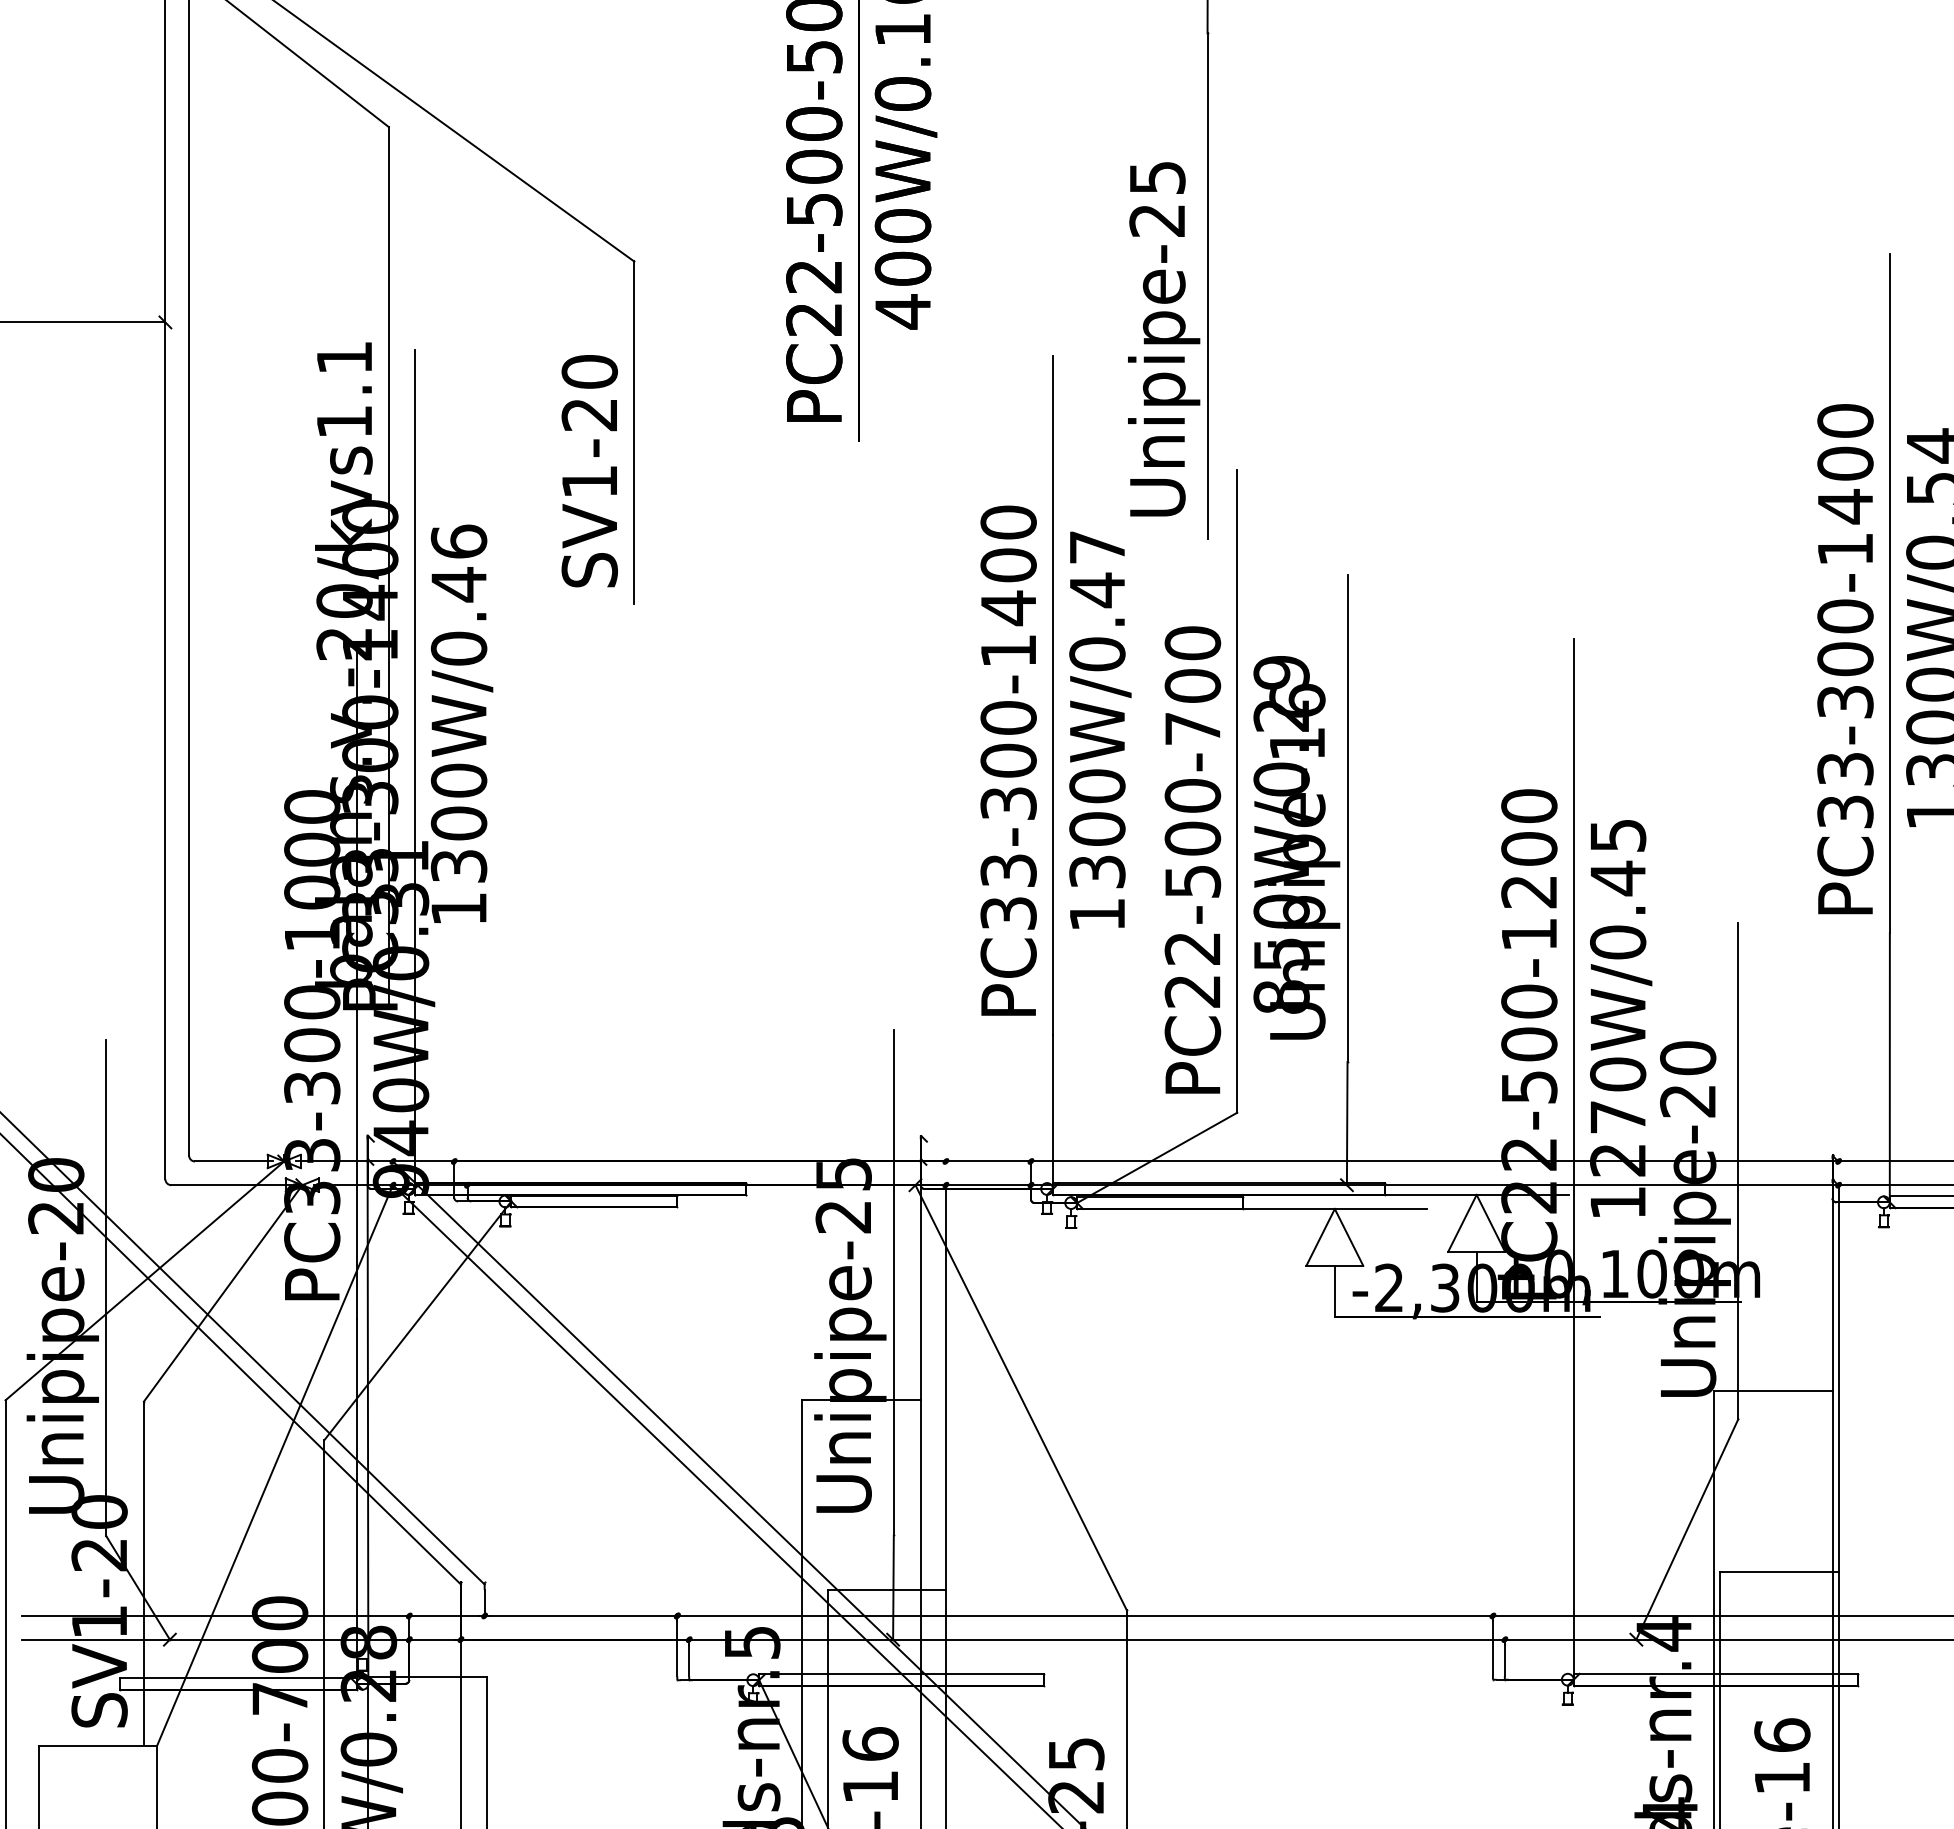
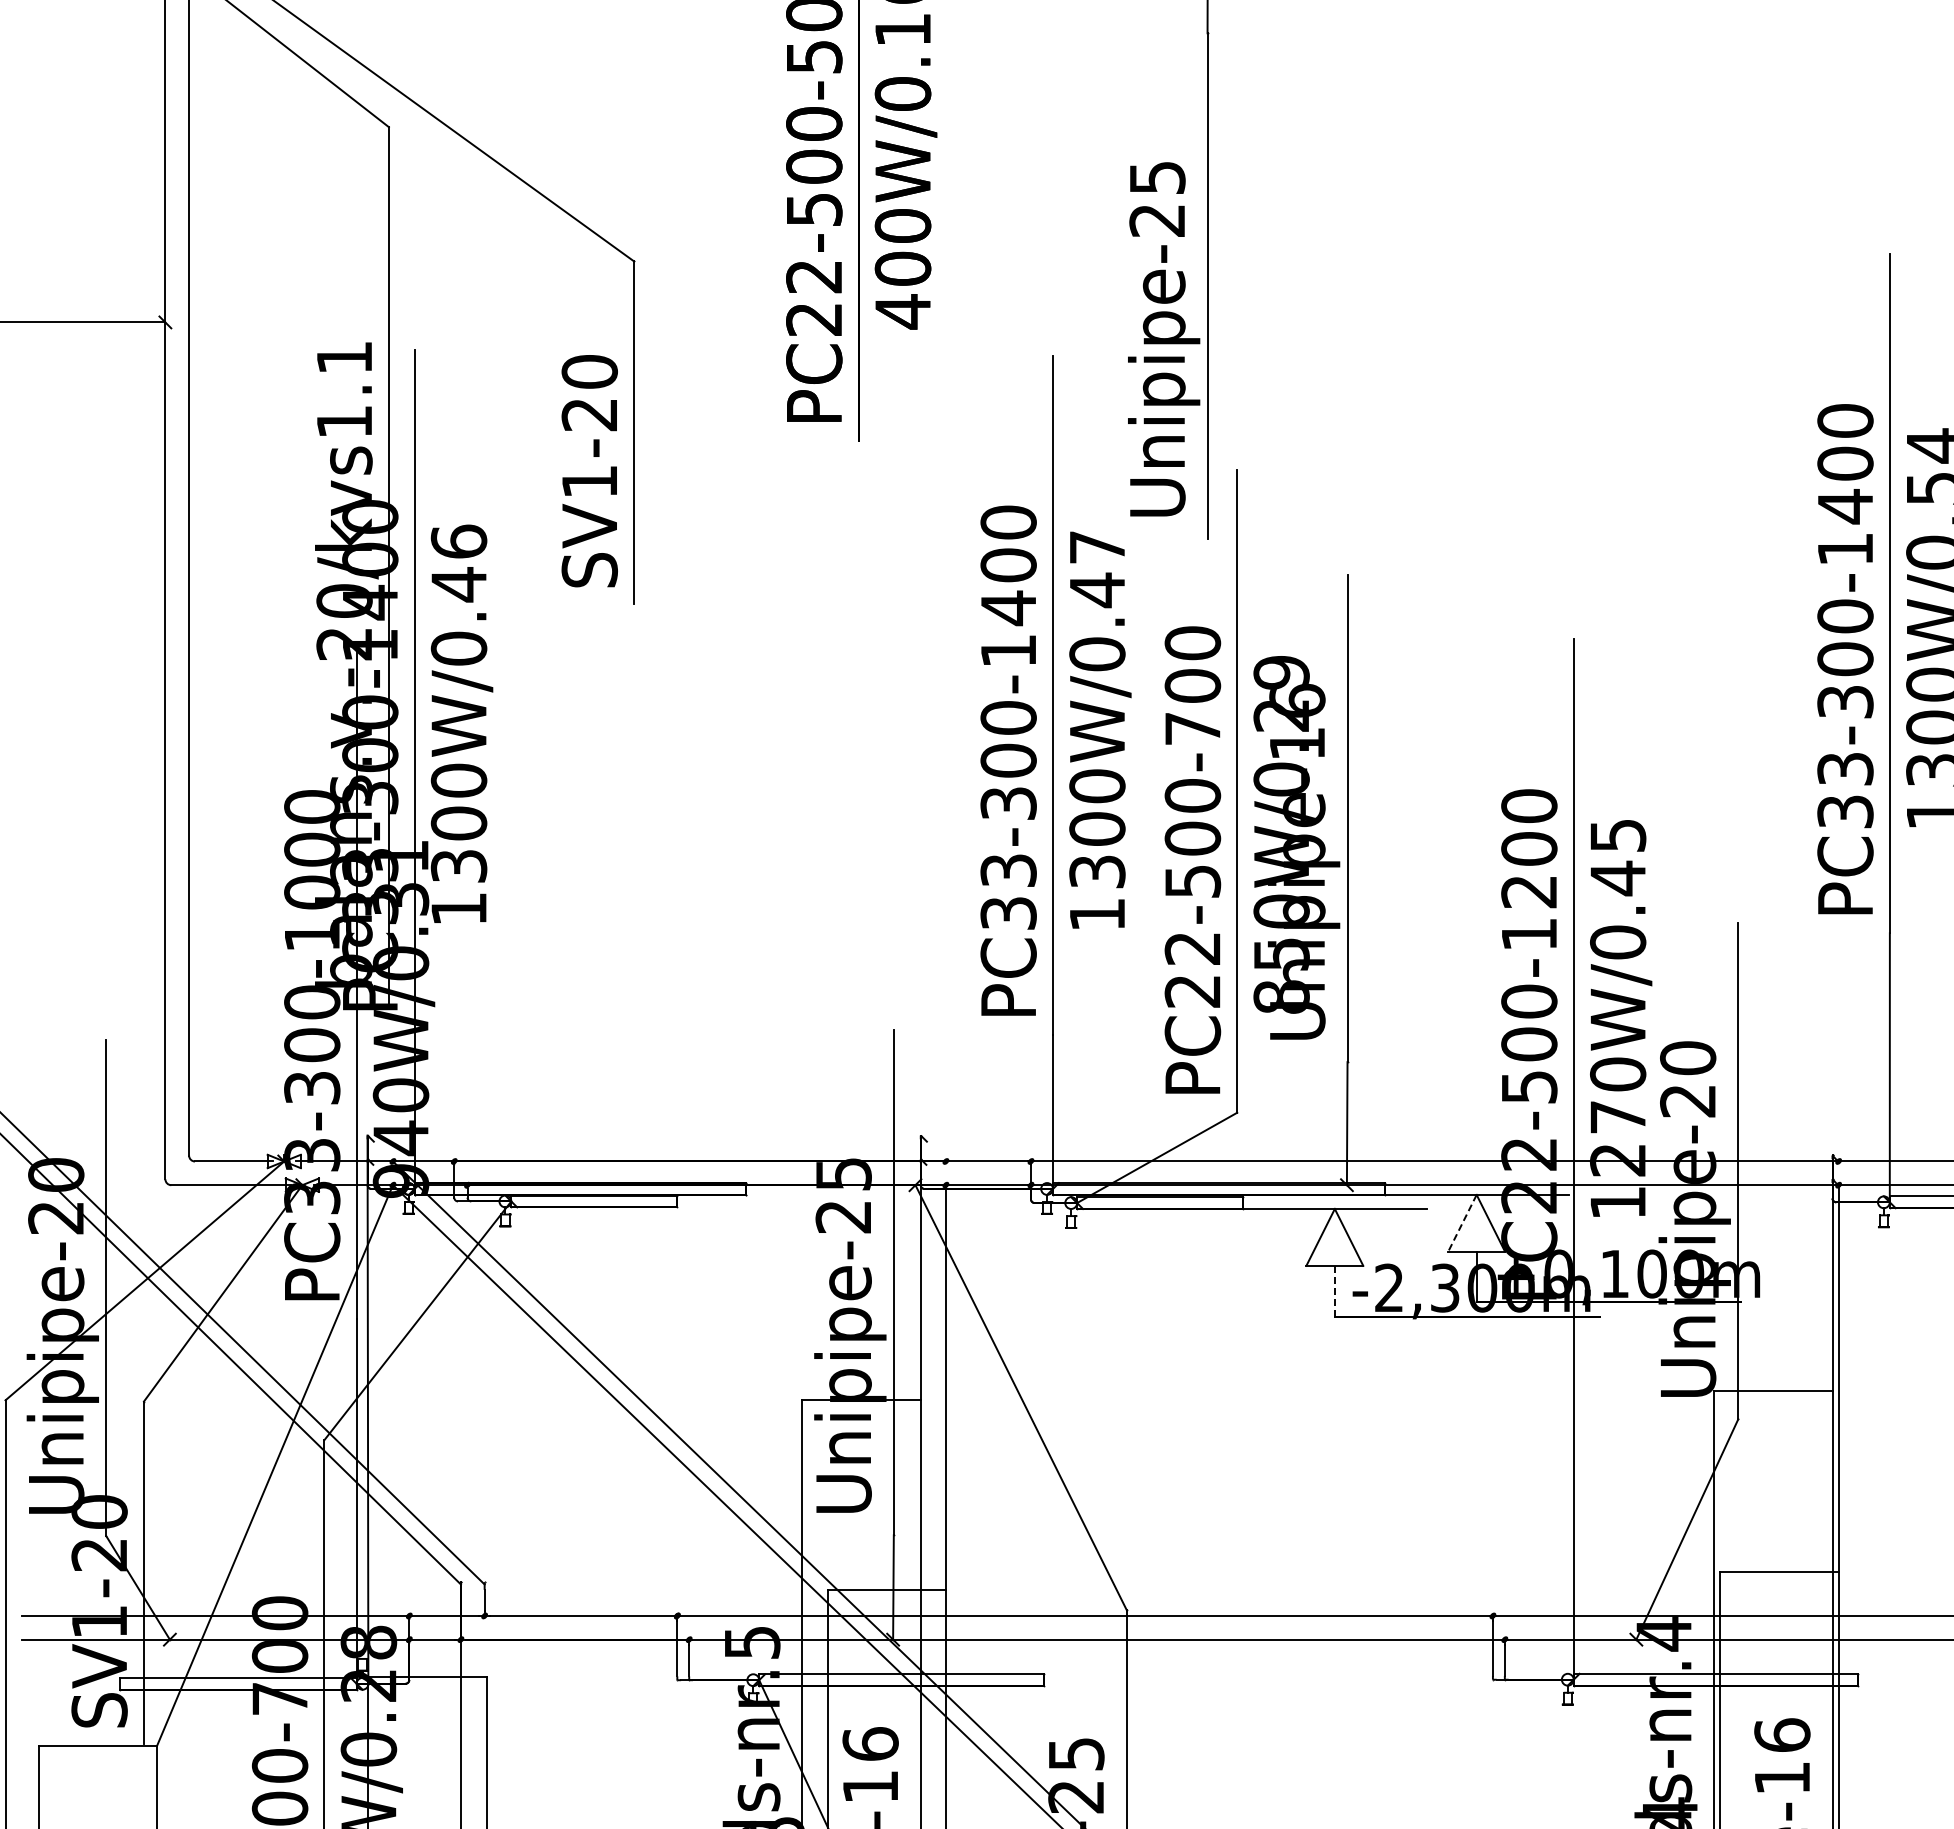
line at (1462, 1223): solid -> dashed
line at (1334, 1290): solid -> dashed
